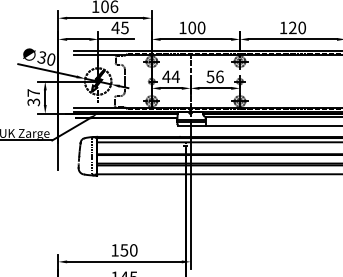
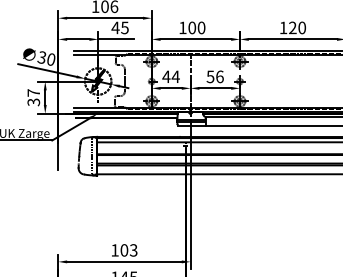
text at (128, 250): 150 -> 103
